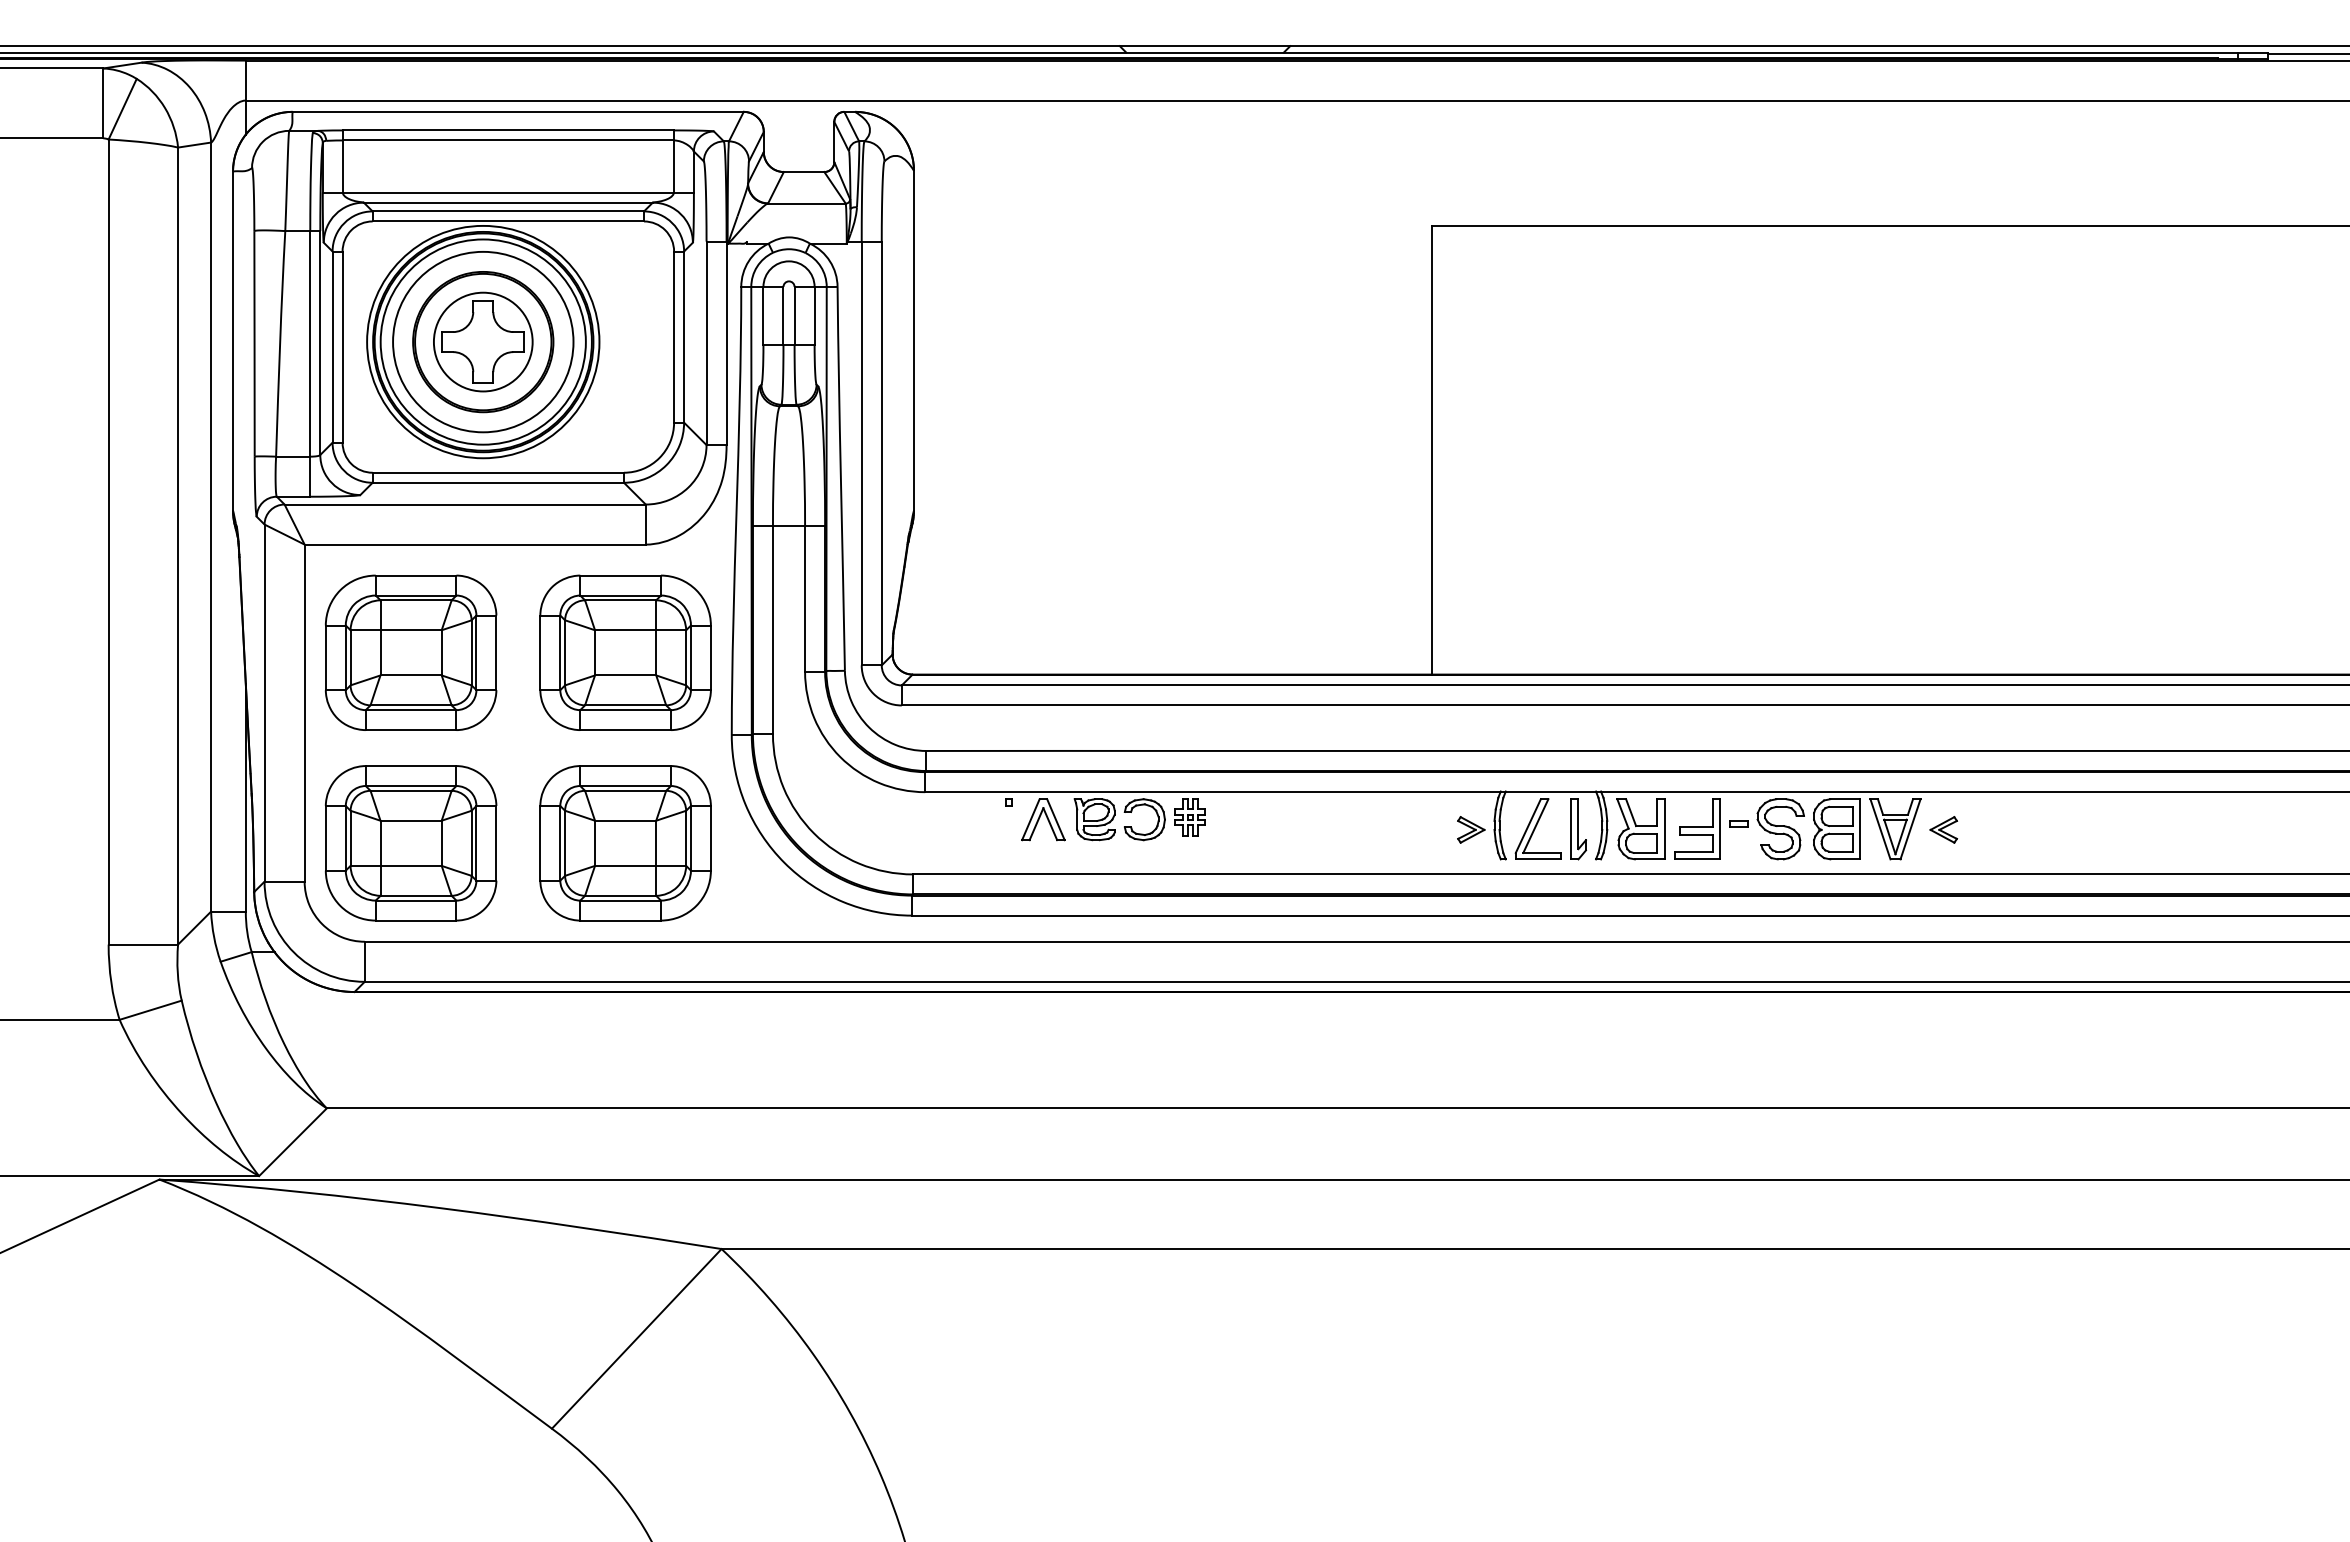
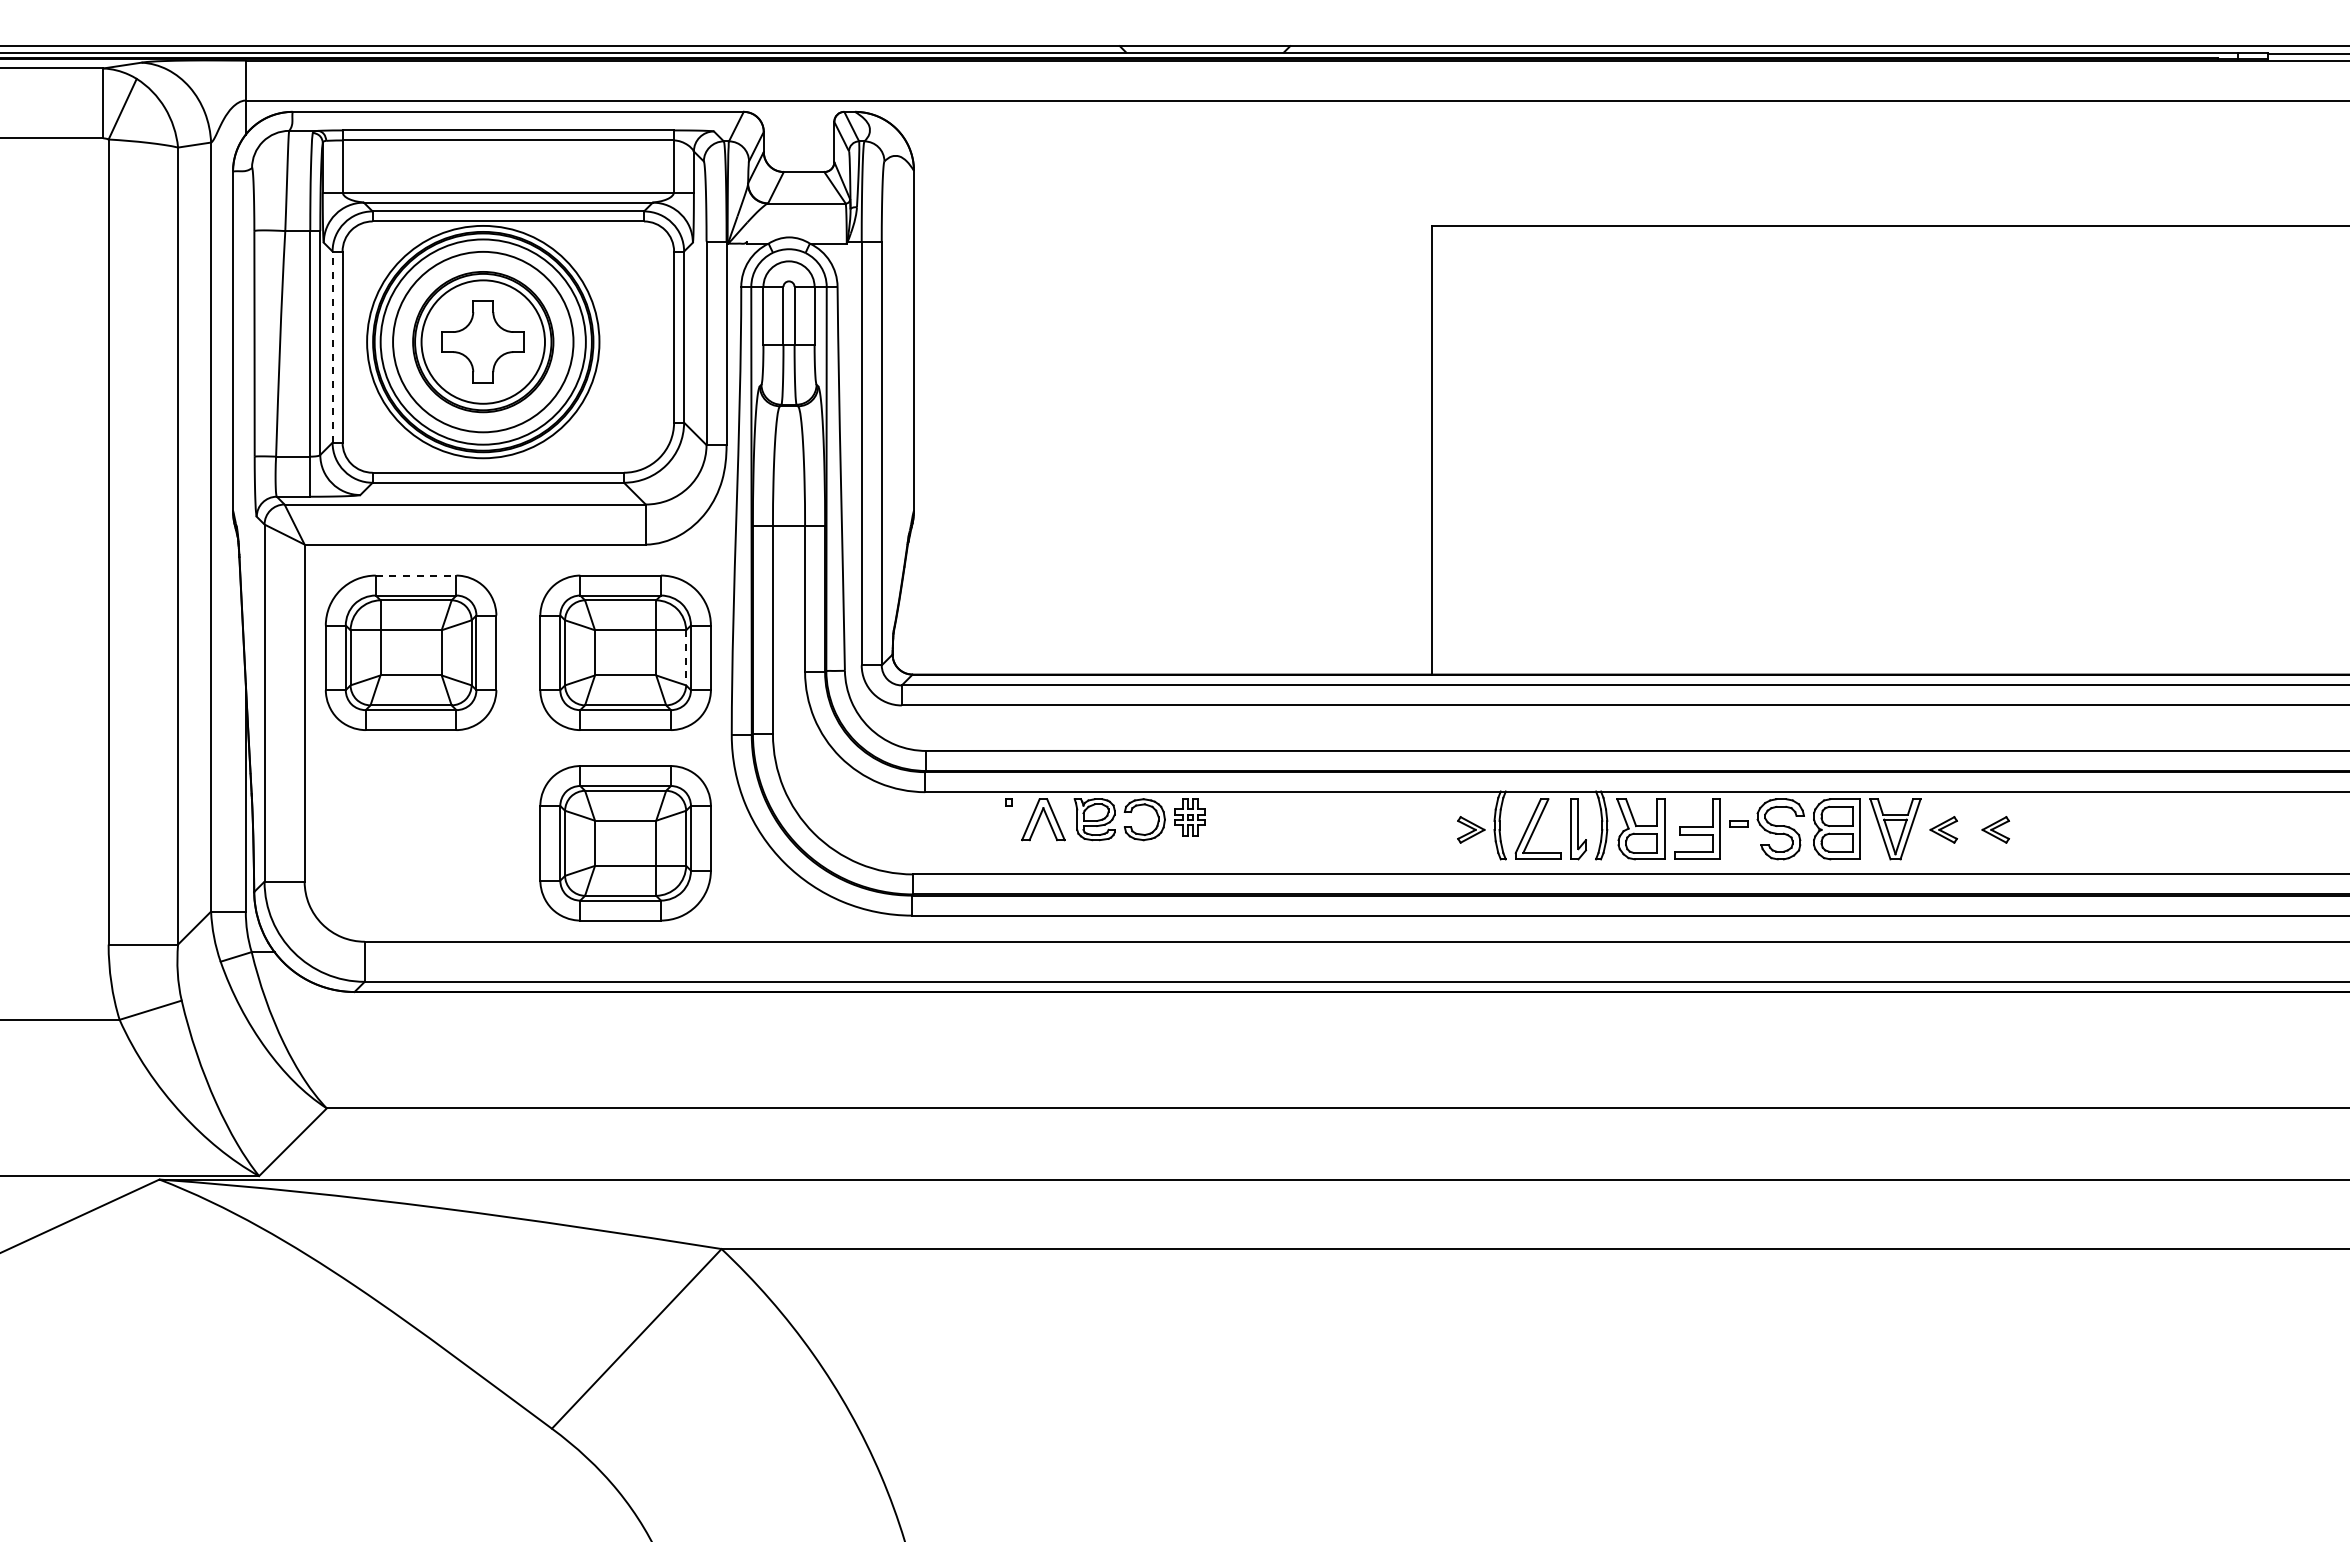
circle at (482, 341) diameter: 99 px -> 123 px
line at (332, 347): solid -> dashed
line at (416, 575): solid -> dashed
line at (686, 657): solid -> dashed
part at (1995, 829): none -> present
part at (410, 843): present -> none
